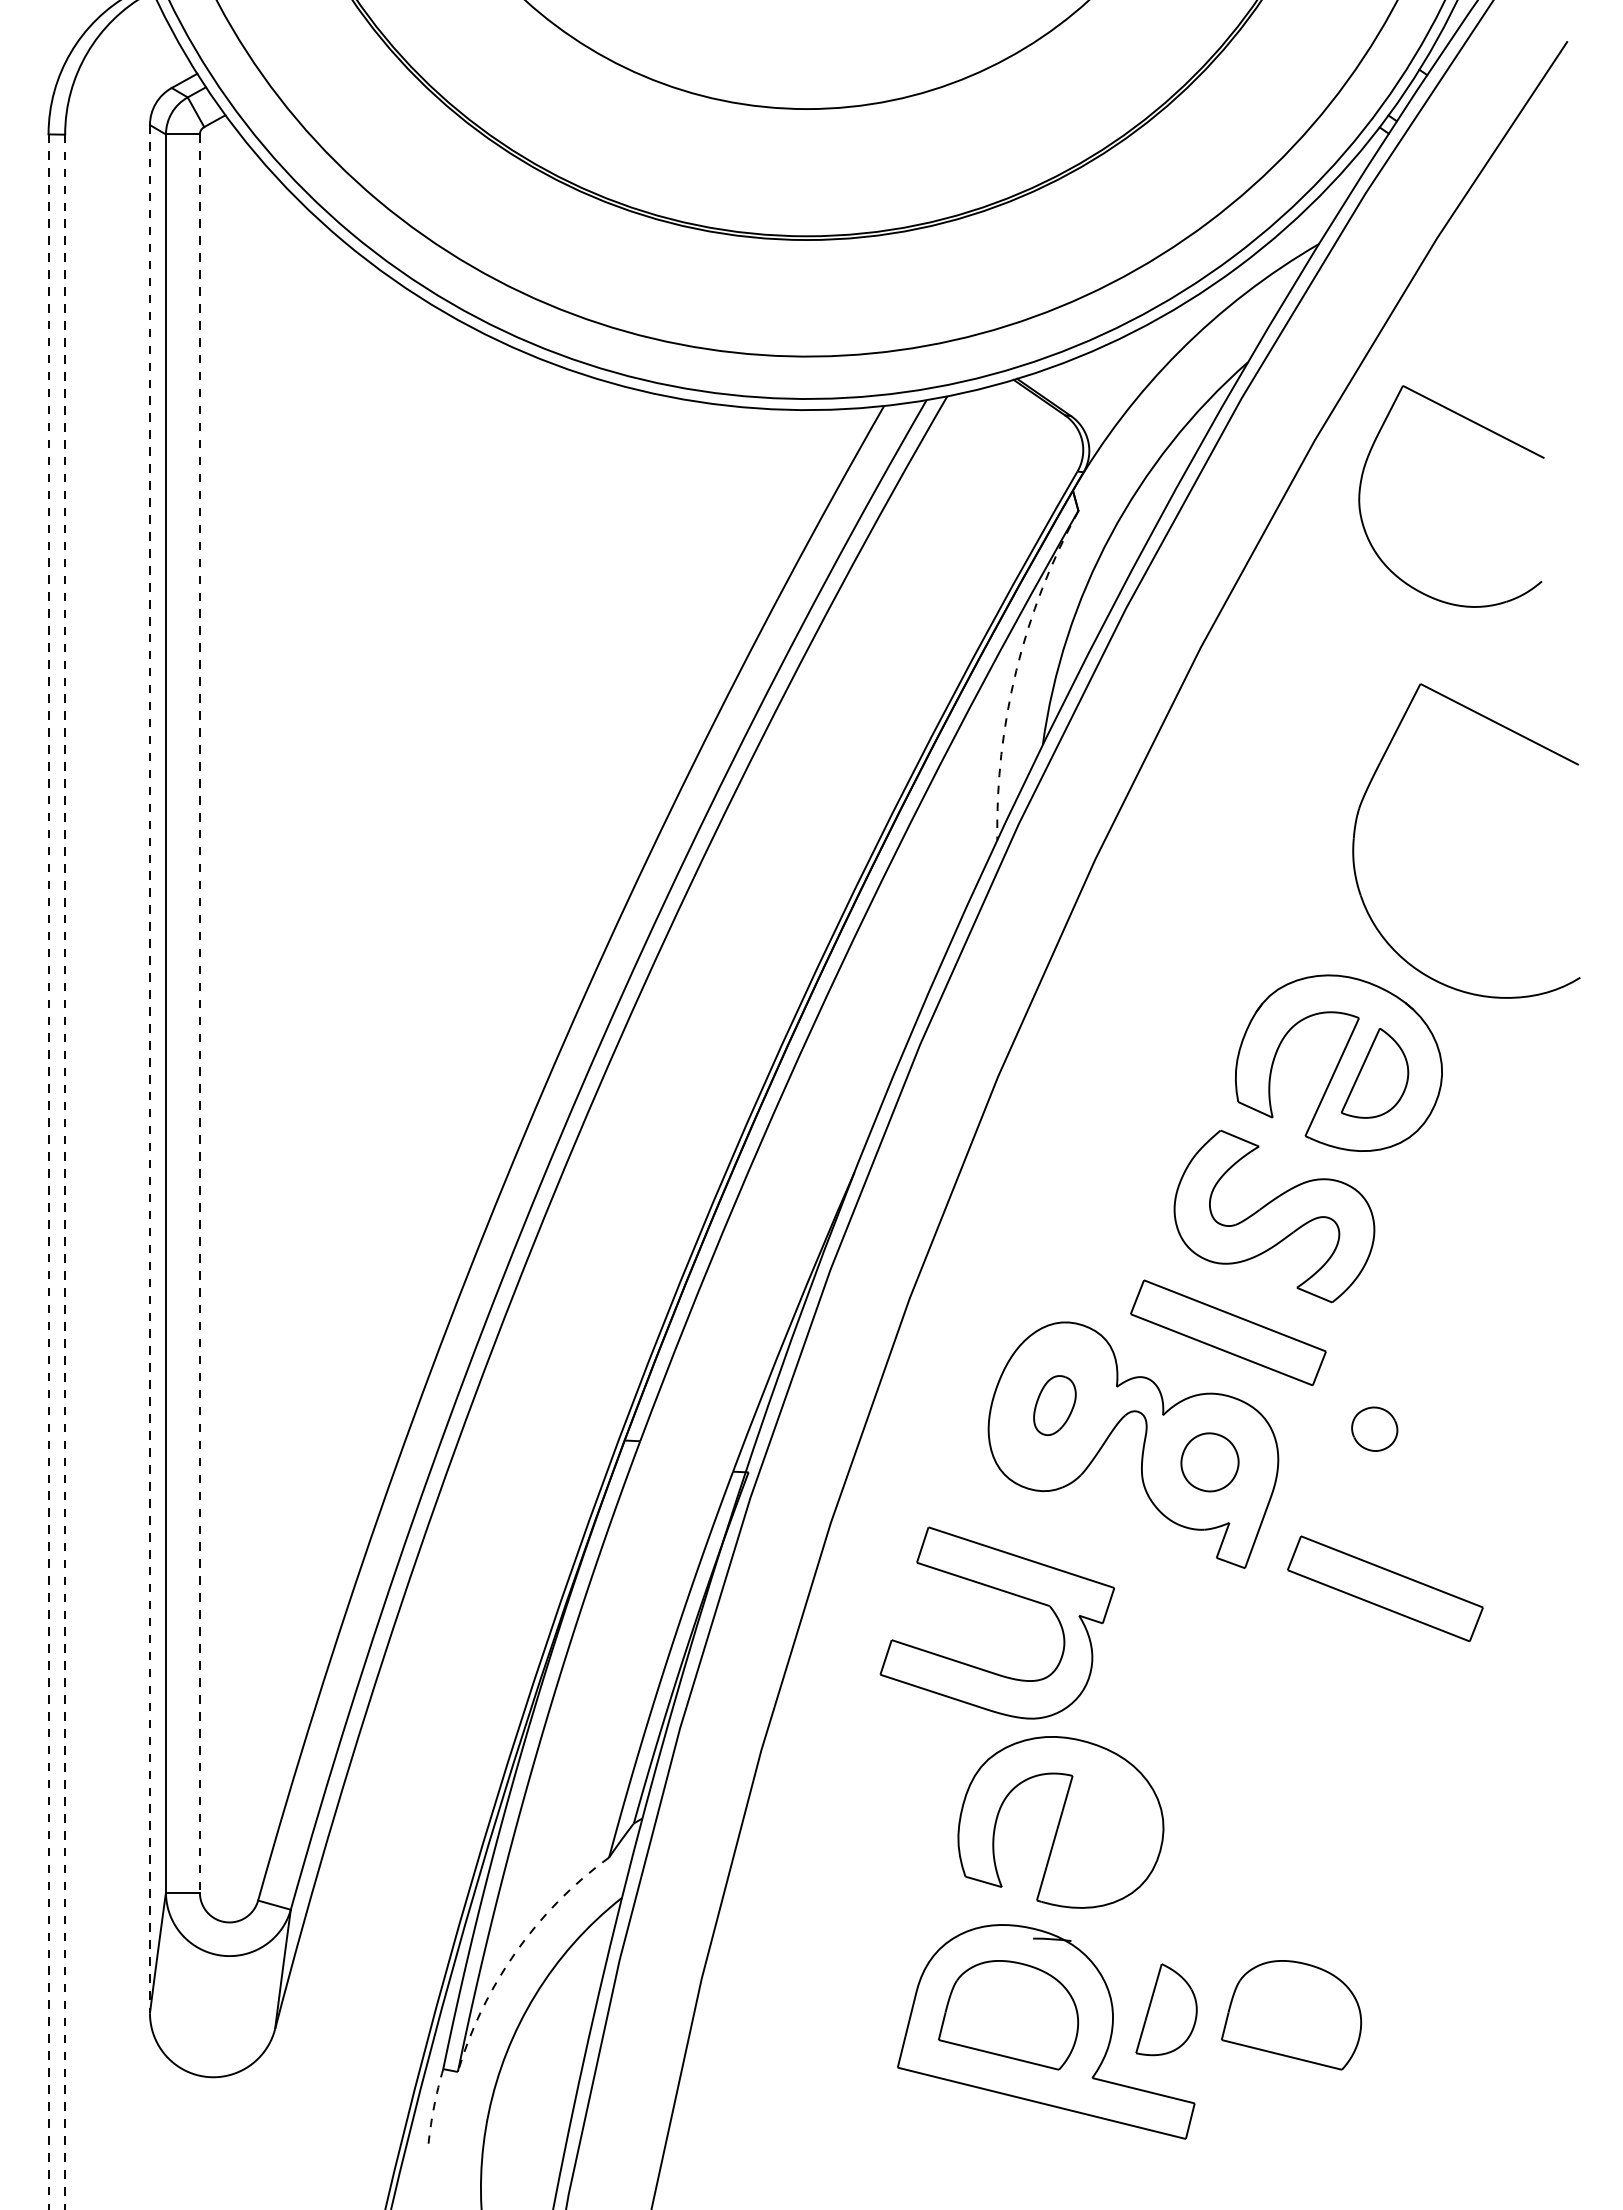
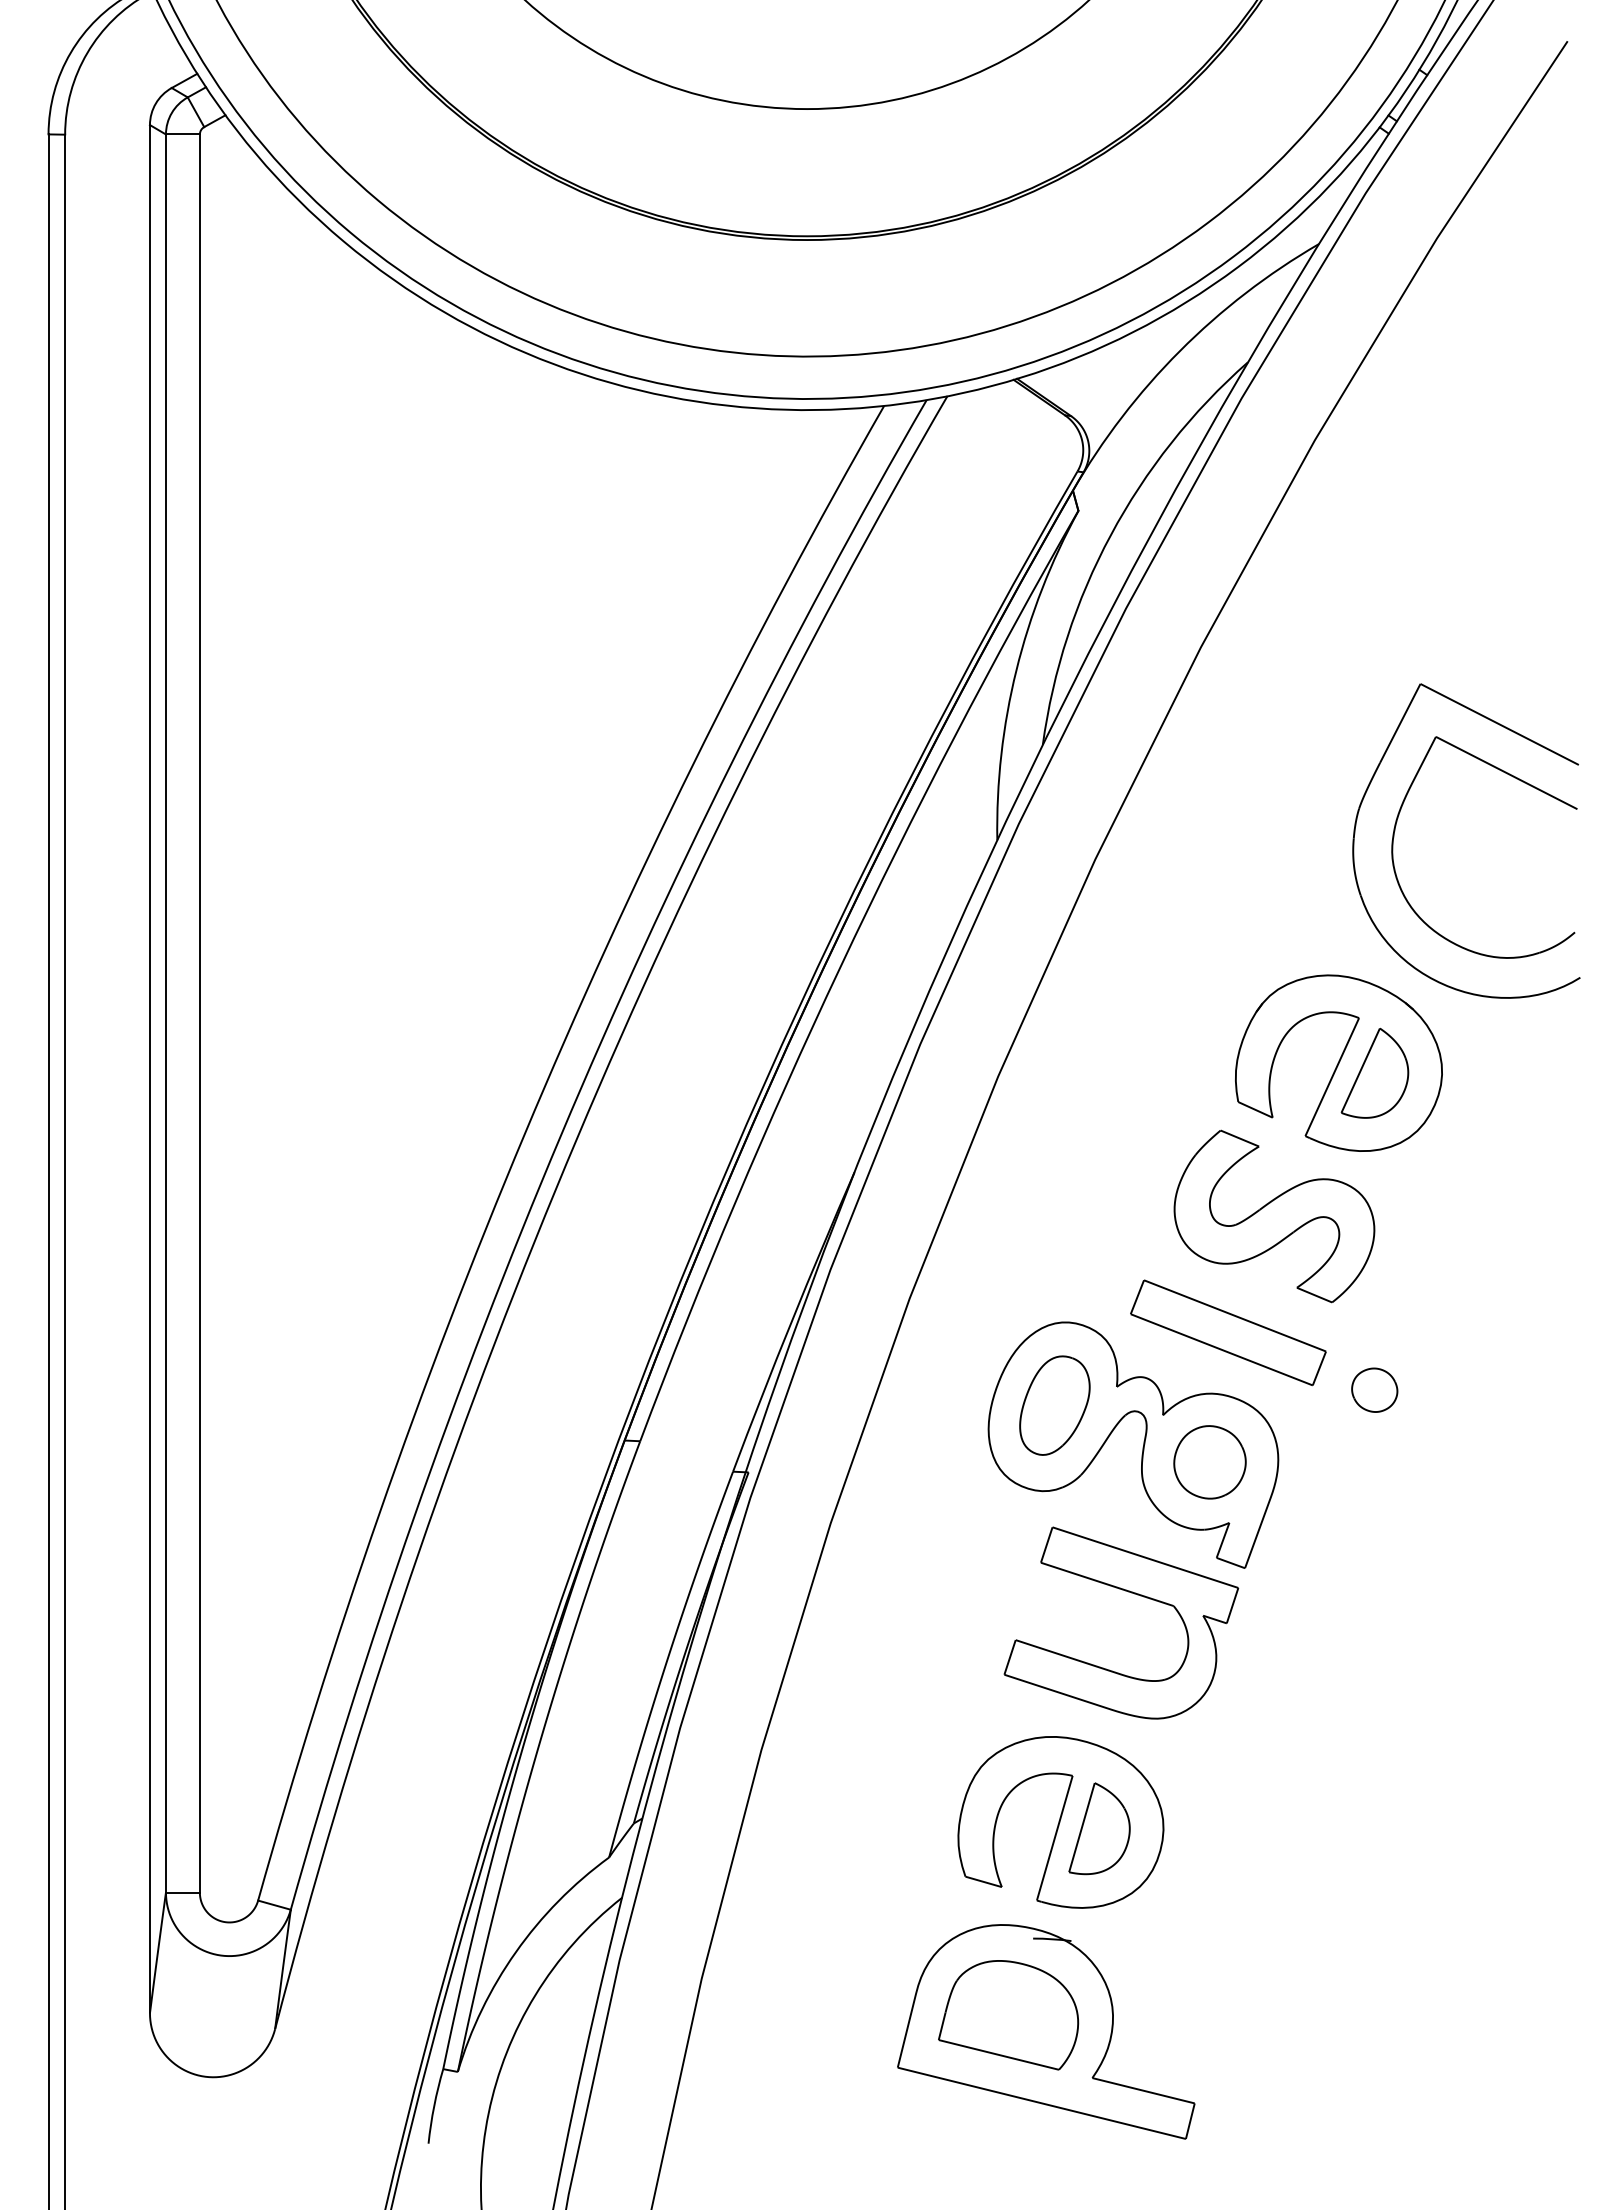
part at (1485, 429) position: (1485, 429) -> (1518, 780)
arc at (1016, 670): dashed -> solid
line at (199, 1014): dashed -> solid
line at (149, 1069): dashed -> solid
line at (48, 1171): dashed -> solid
line at (65, 1171): dashed -> solid
part at (1054, 1405) size: 44x62 px -> 72x101 px
part at (1374, 1428) position: (1374, 1428) -> (1374, 1389)
part at (1209, 1462) size: 60x61 px -> 74x75 px
part at (1385, 1588): present -> none
part at (1007, 1593) position: (1007, 1593) -> (1131, 1593)
arc at (515, 1952): dashed -> solid
part at (1166, 2009) position: (1166, 2009) -> (1099, 1828)
part at (1291, 2015): present -> none
arc at (434, 2106): dashed -> solid
